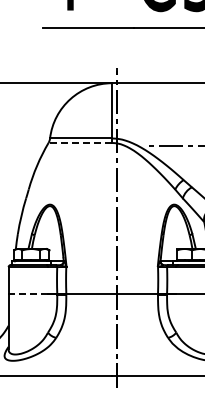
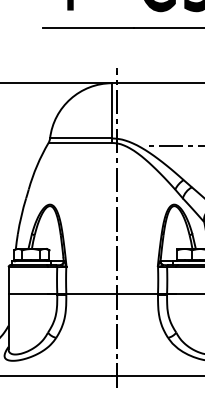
line at (80, 142): dashed -> solid
line at (28, 294): dashed -> solid
